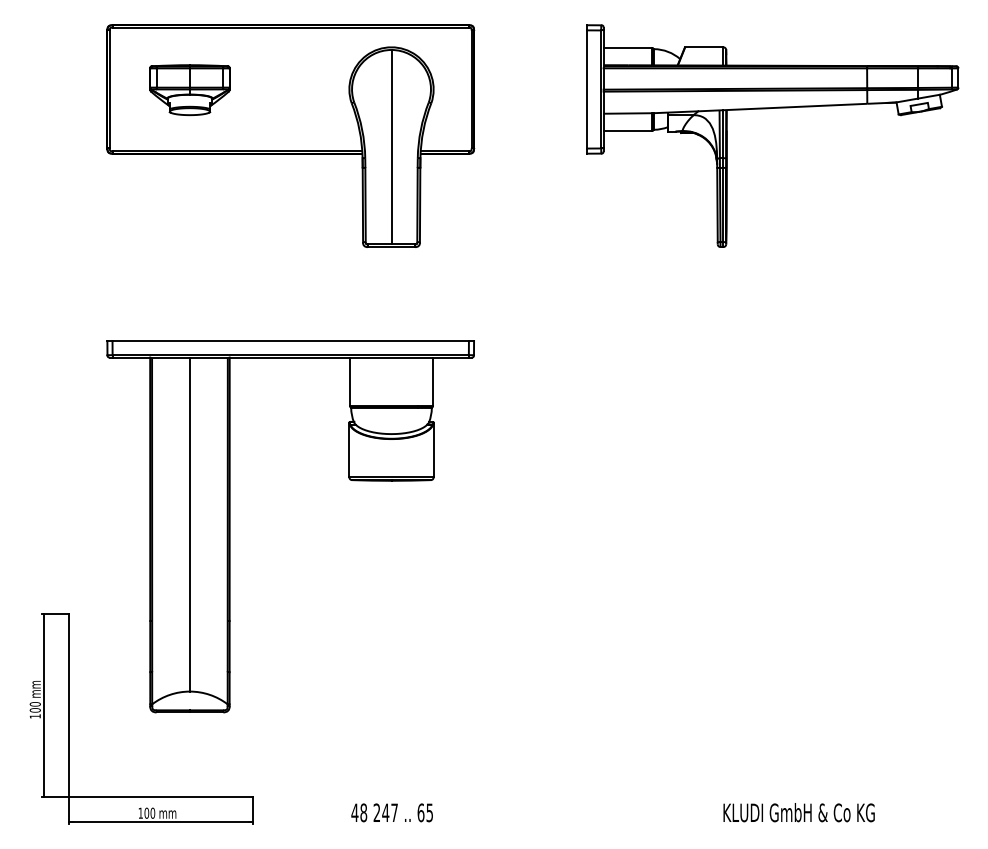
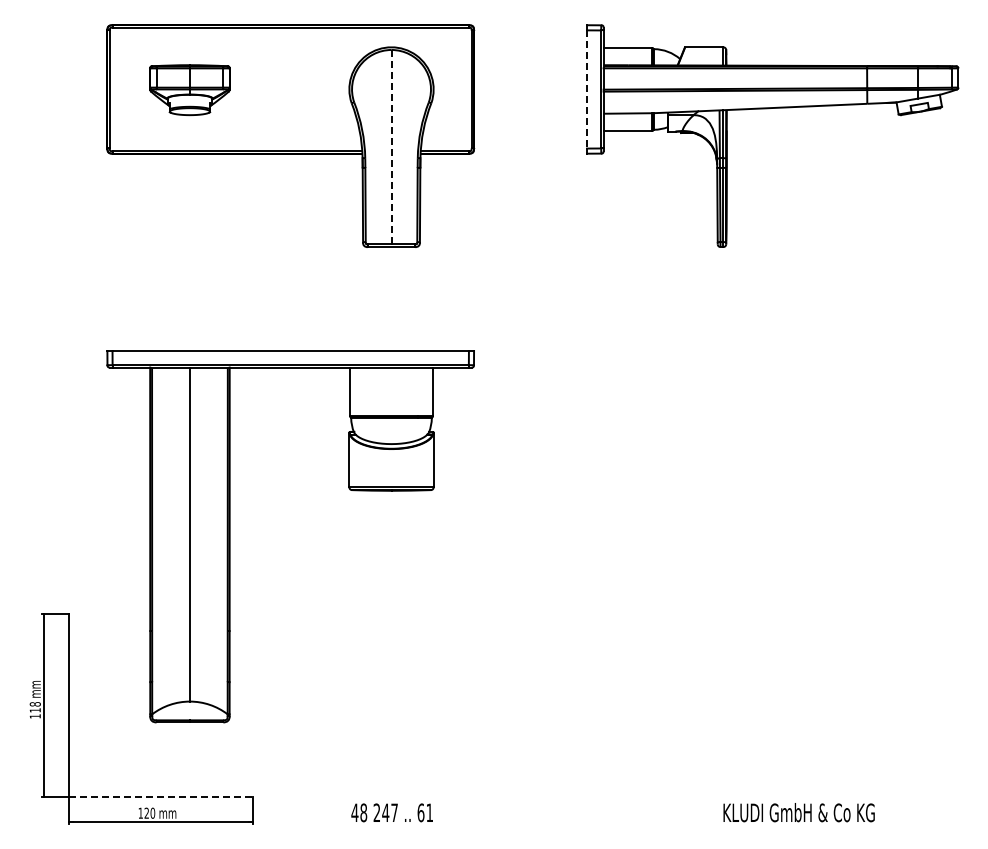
line at (587, 89): solid -> dashed
line at (391, 147): solid -> dashed
part at (230, 526) position: (230, 526) -> (230, 536)
text at (34, 707): 100 -> 118
line at (161, 797): solid -> dashed
text at (146, 812): 100 -> 120
text at (429, 812): 65 -> 61
